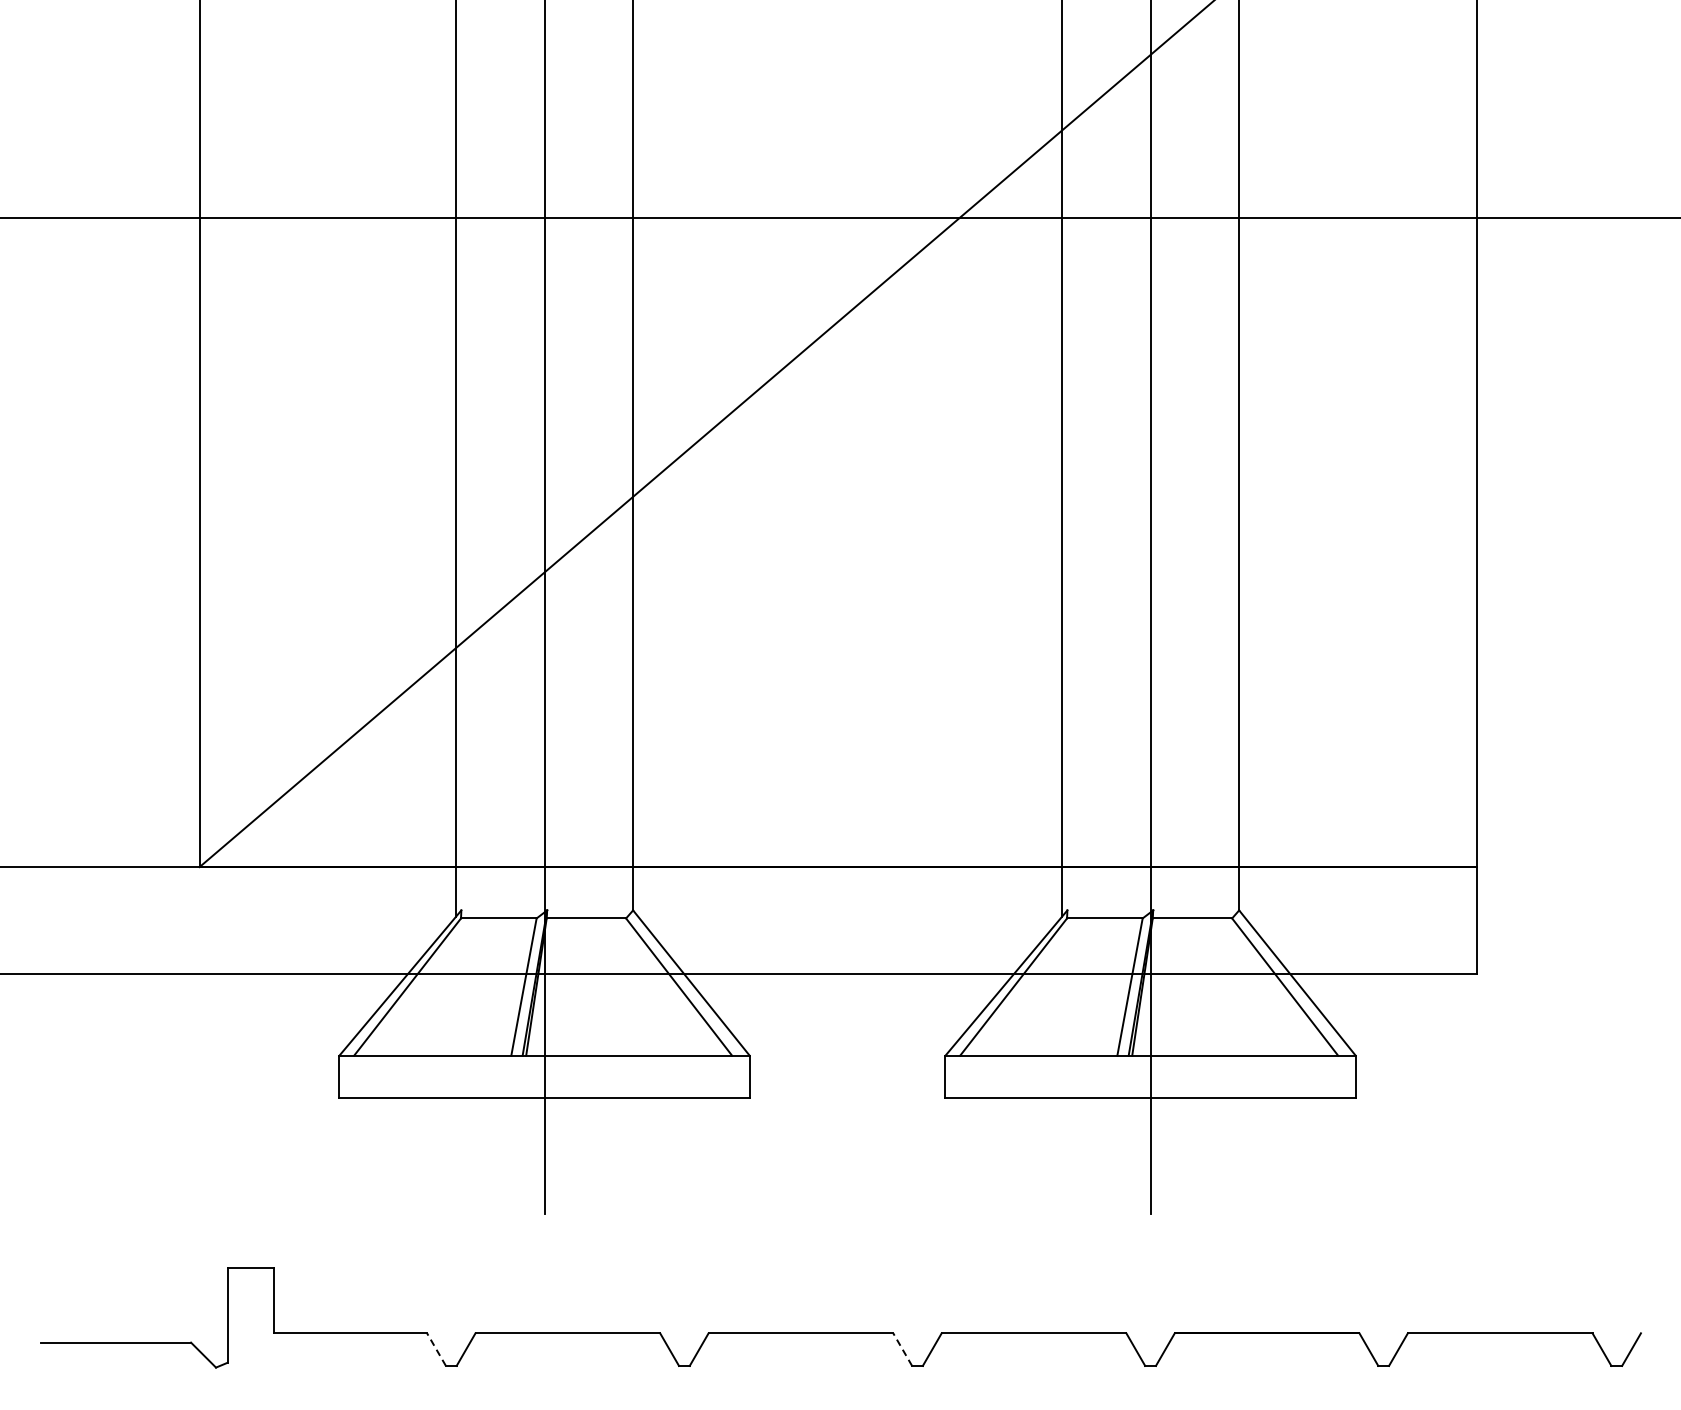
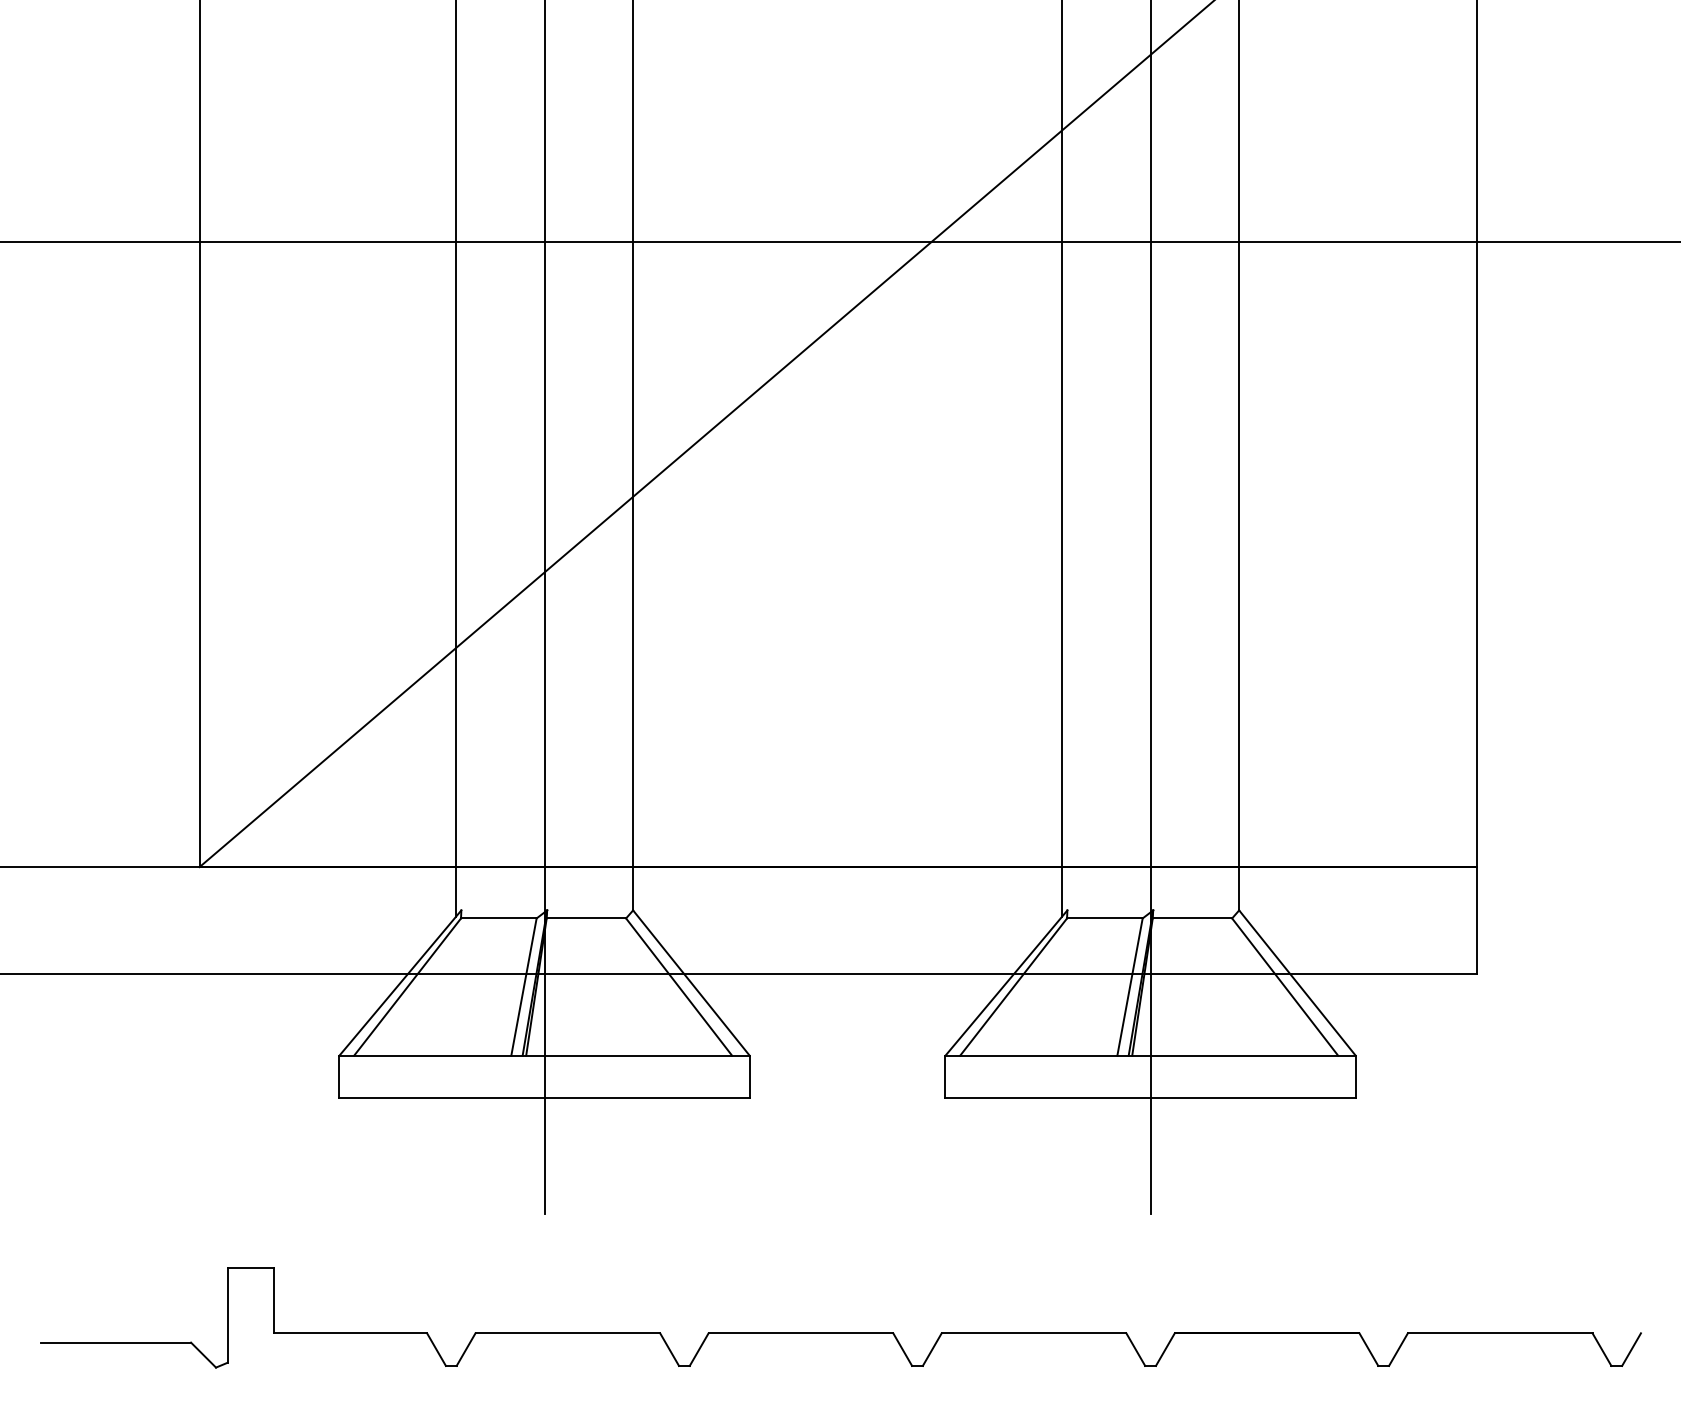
line at (839, 218) position: (839, 218) -> (839, 242)
line at (436, 1349): dashed -> solid
line at (902, 1349): dashed -> solid
